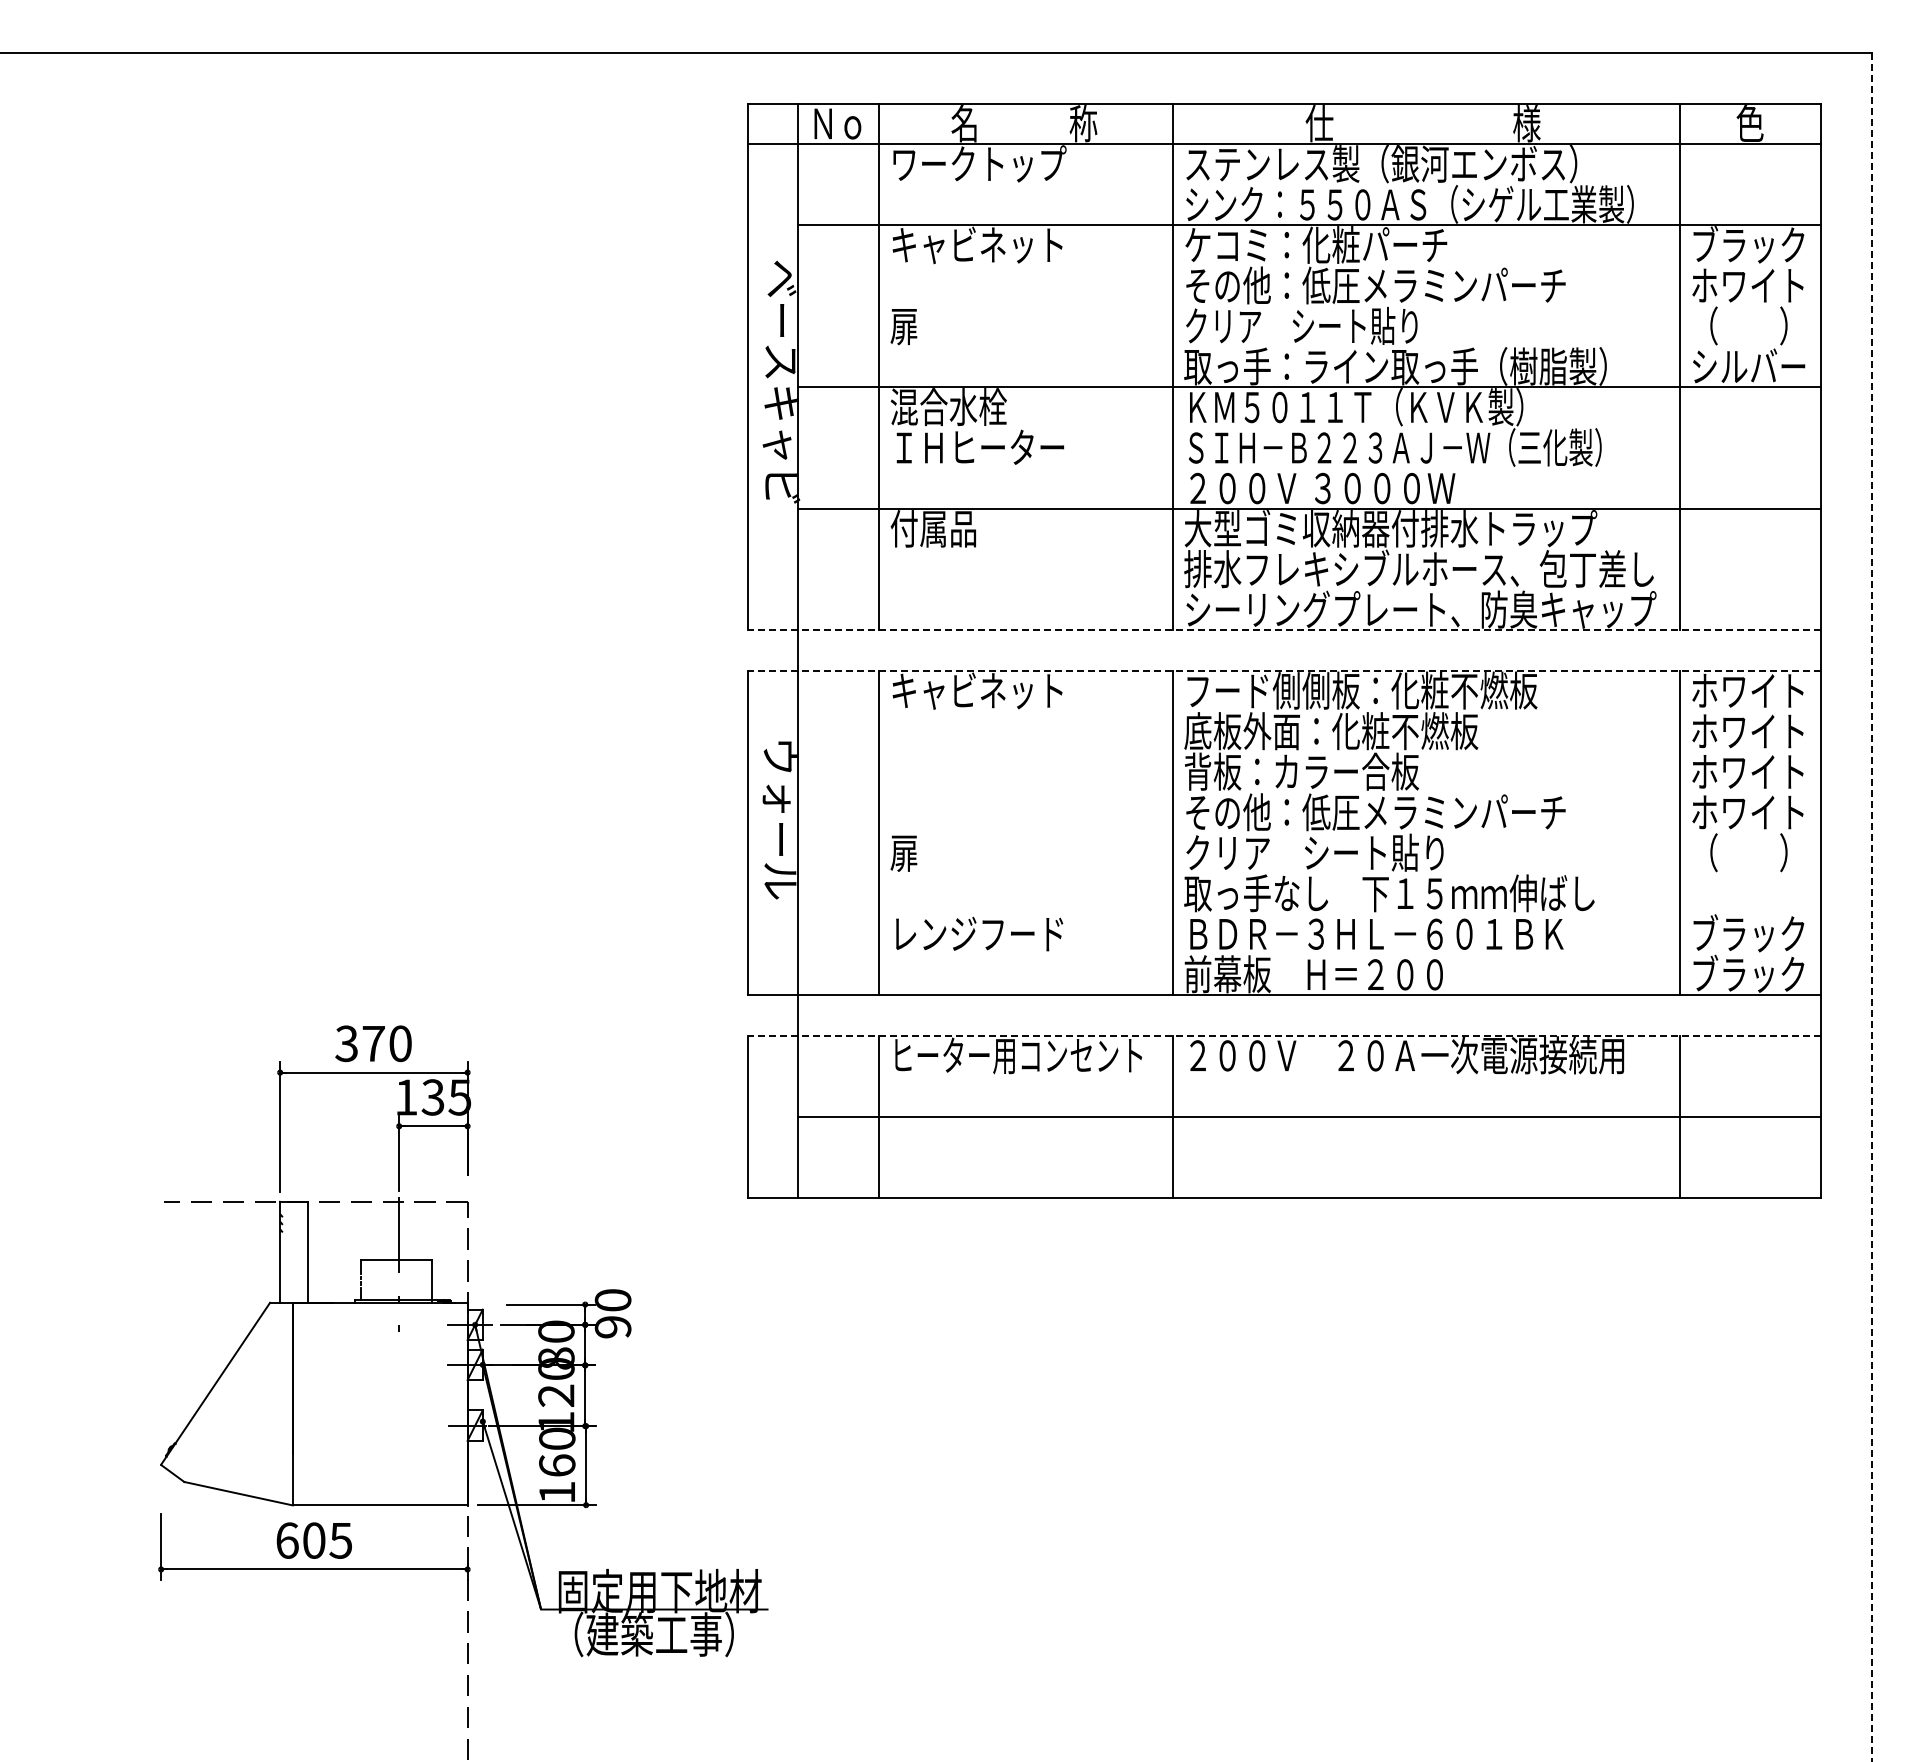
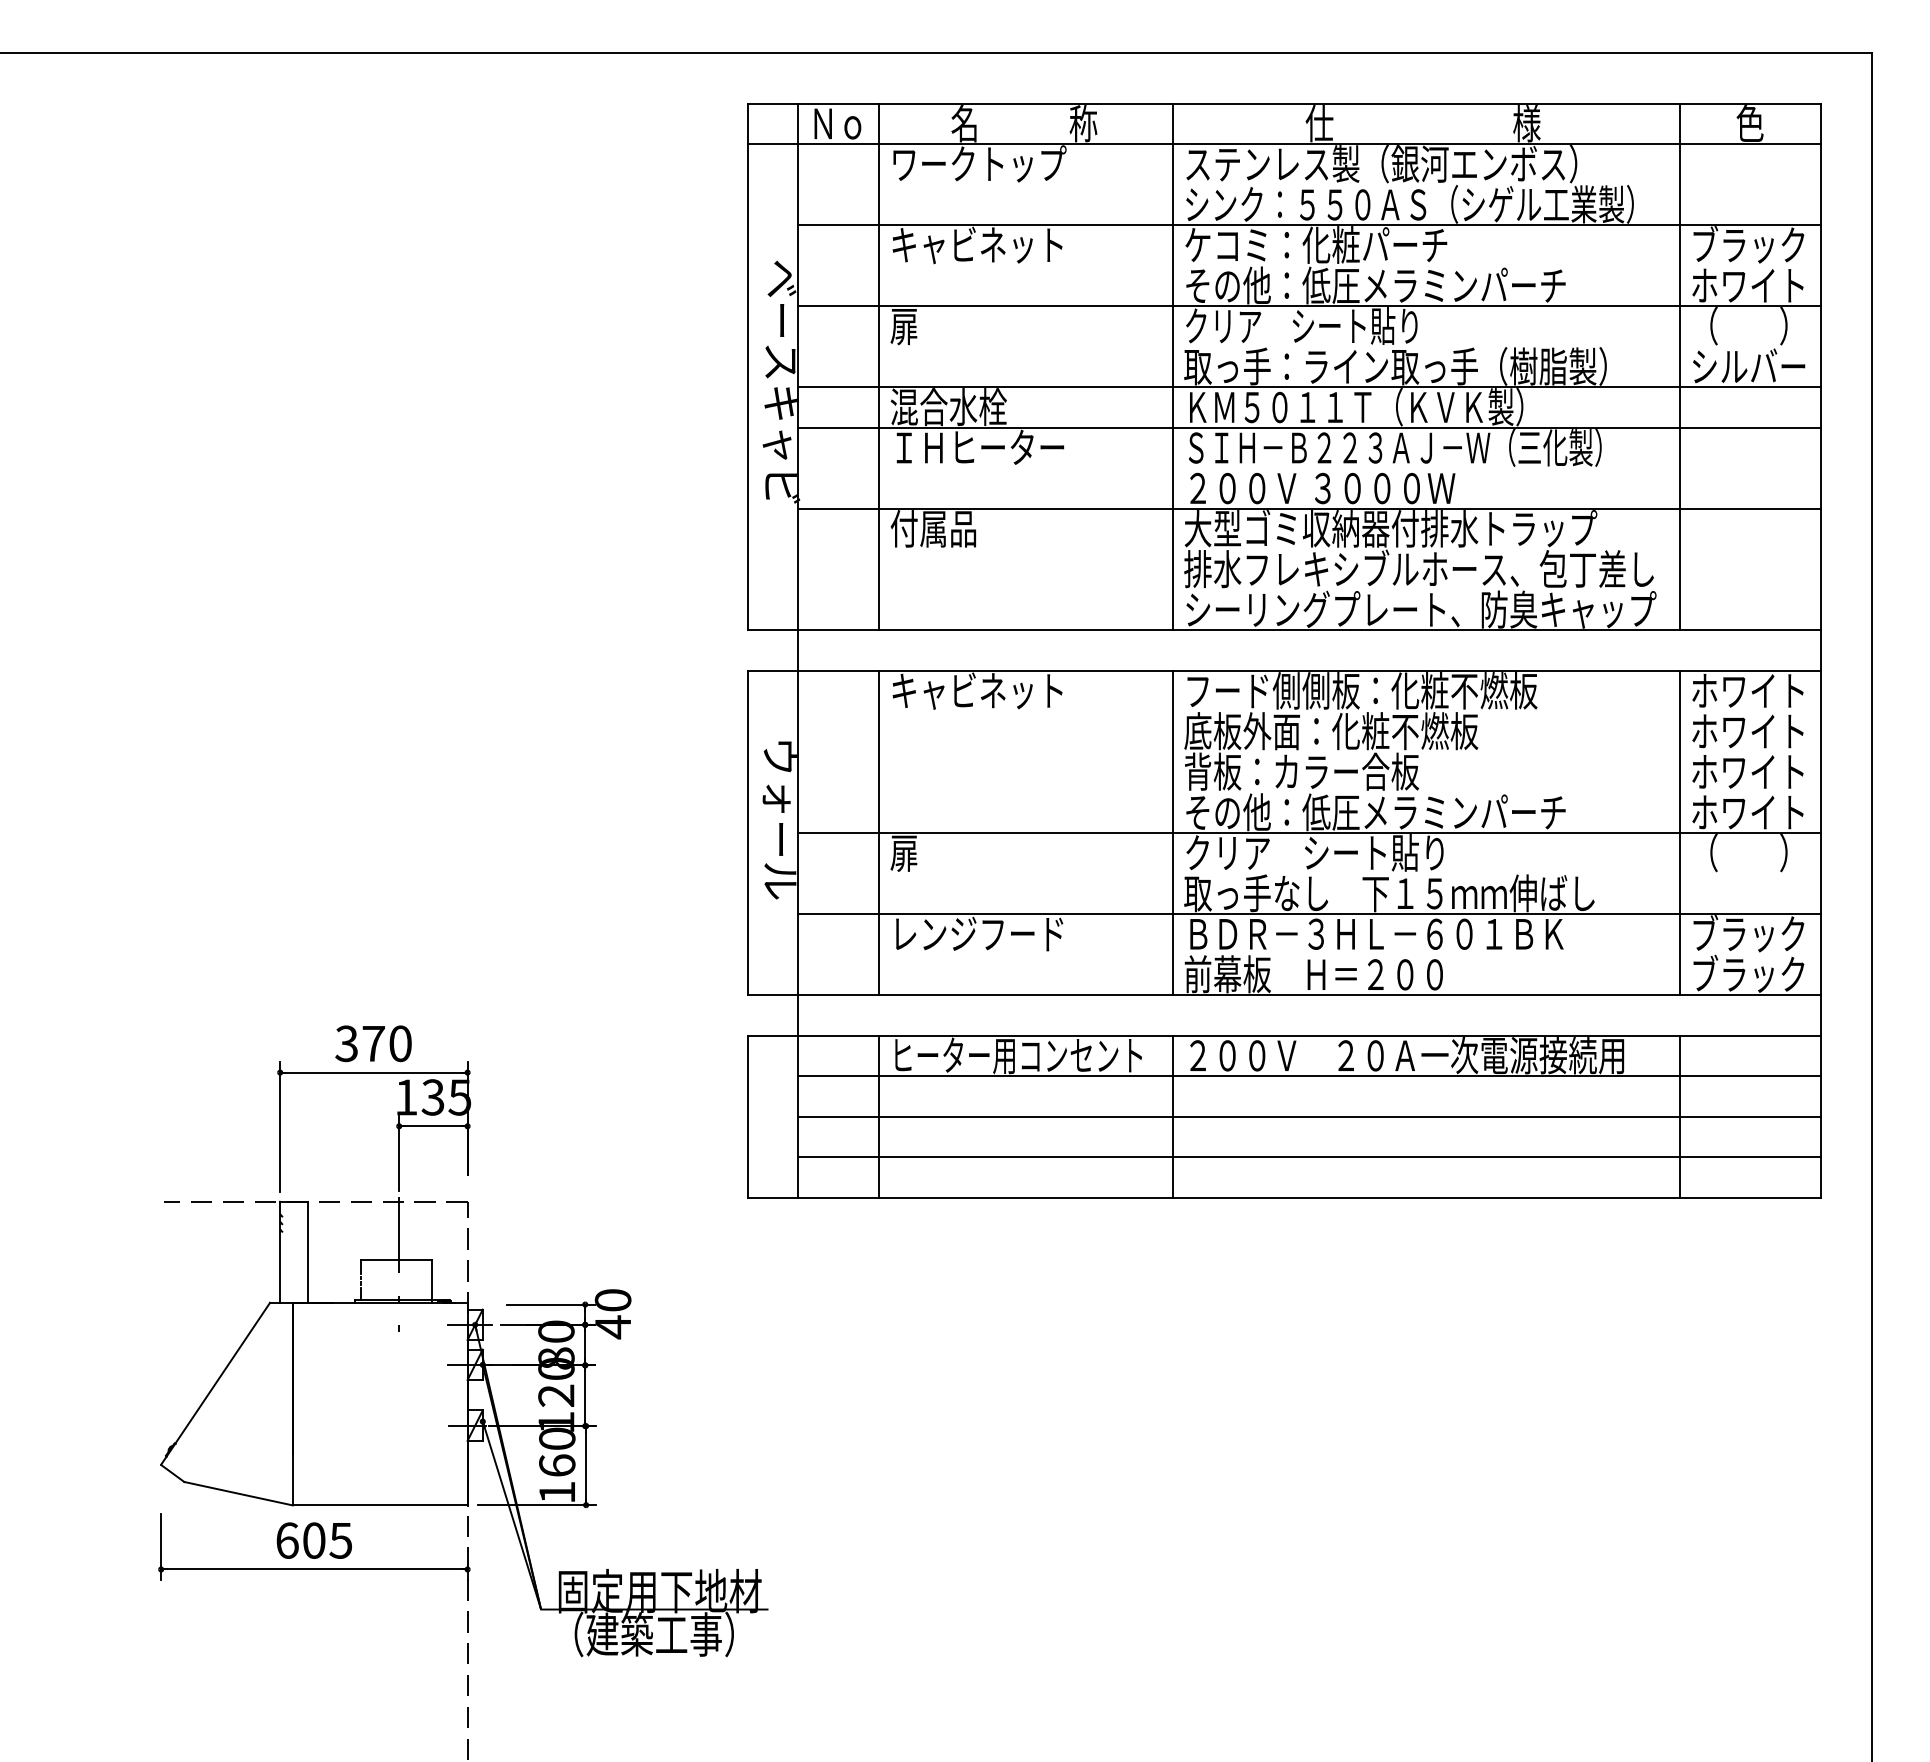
line at (1309, 306): none -> present
line at (1309, 427): none -> present
line at (1284, 630): dashed -> solid
line at (1284, 670): dashed -> solid
line at (1309, 833): none -> present
line at (1872, 907): dashed -> solid
line at (1309, 914): none -> present
line at (1284, 1035): dashed -> solid
line at (1309, 1076): none -> present
line at (1309, 1157): none -> present
text at (612, 1327): 90 -> 40
